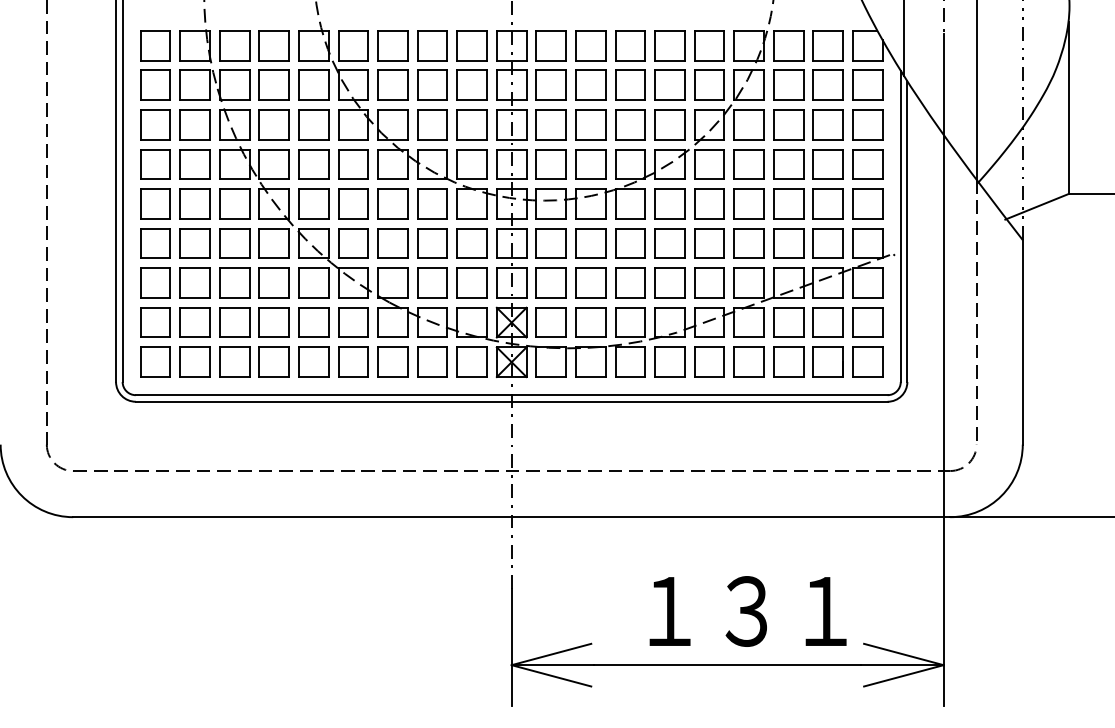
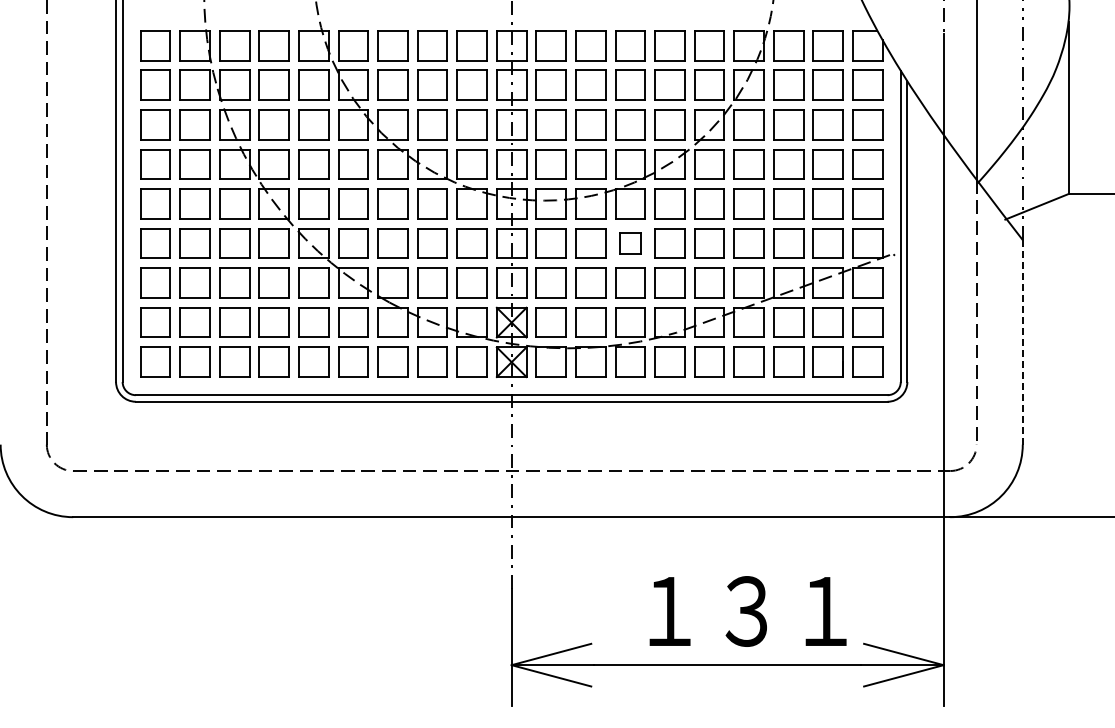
line at (904, 39): present -> none
part at (630, 243) size: 31x31 px -> 23x23 px
line at (1022, 341): solid -> dashed
